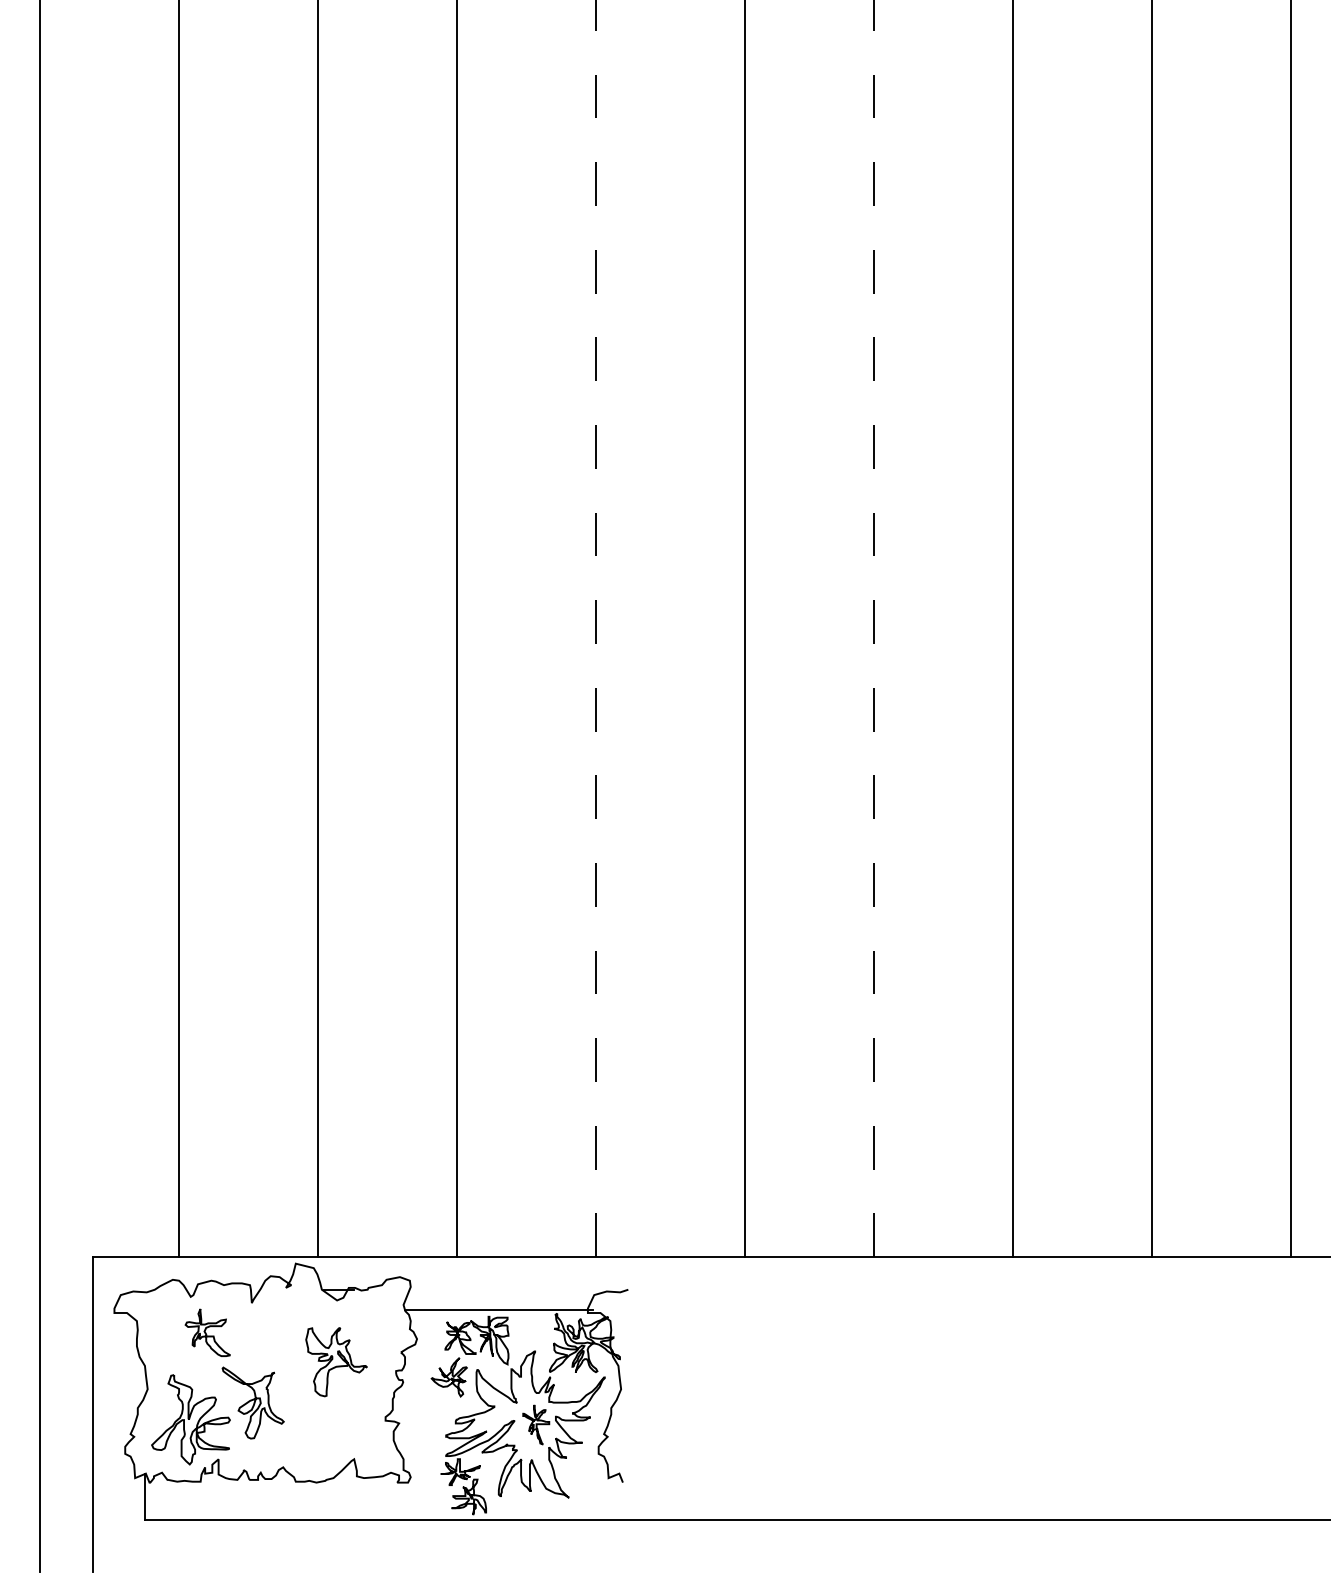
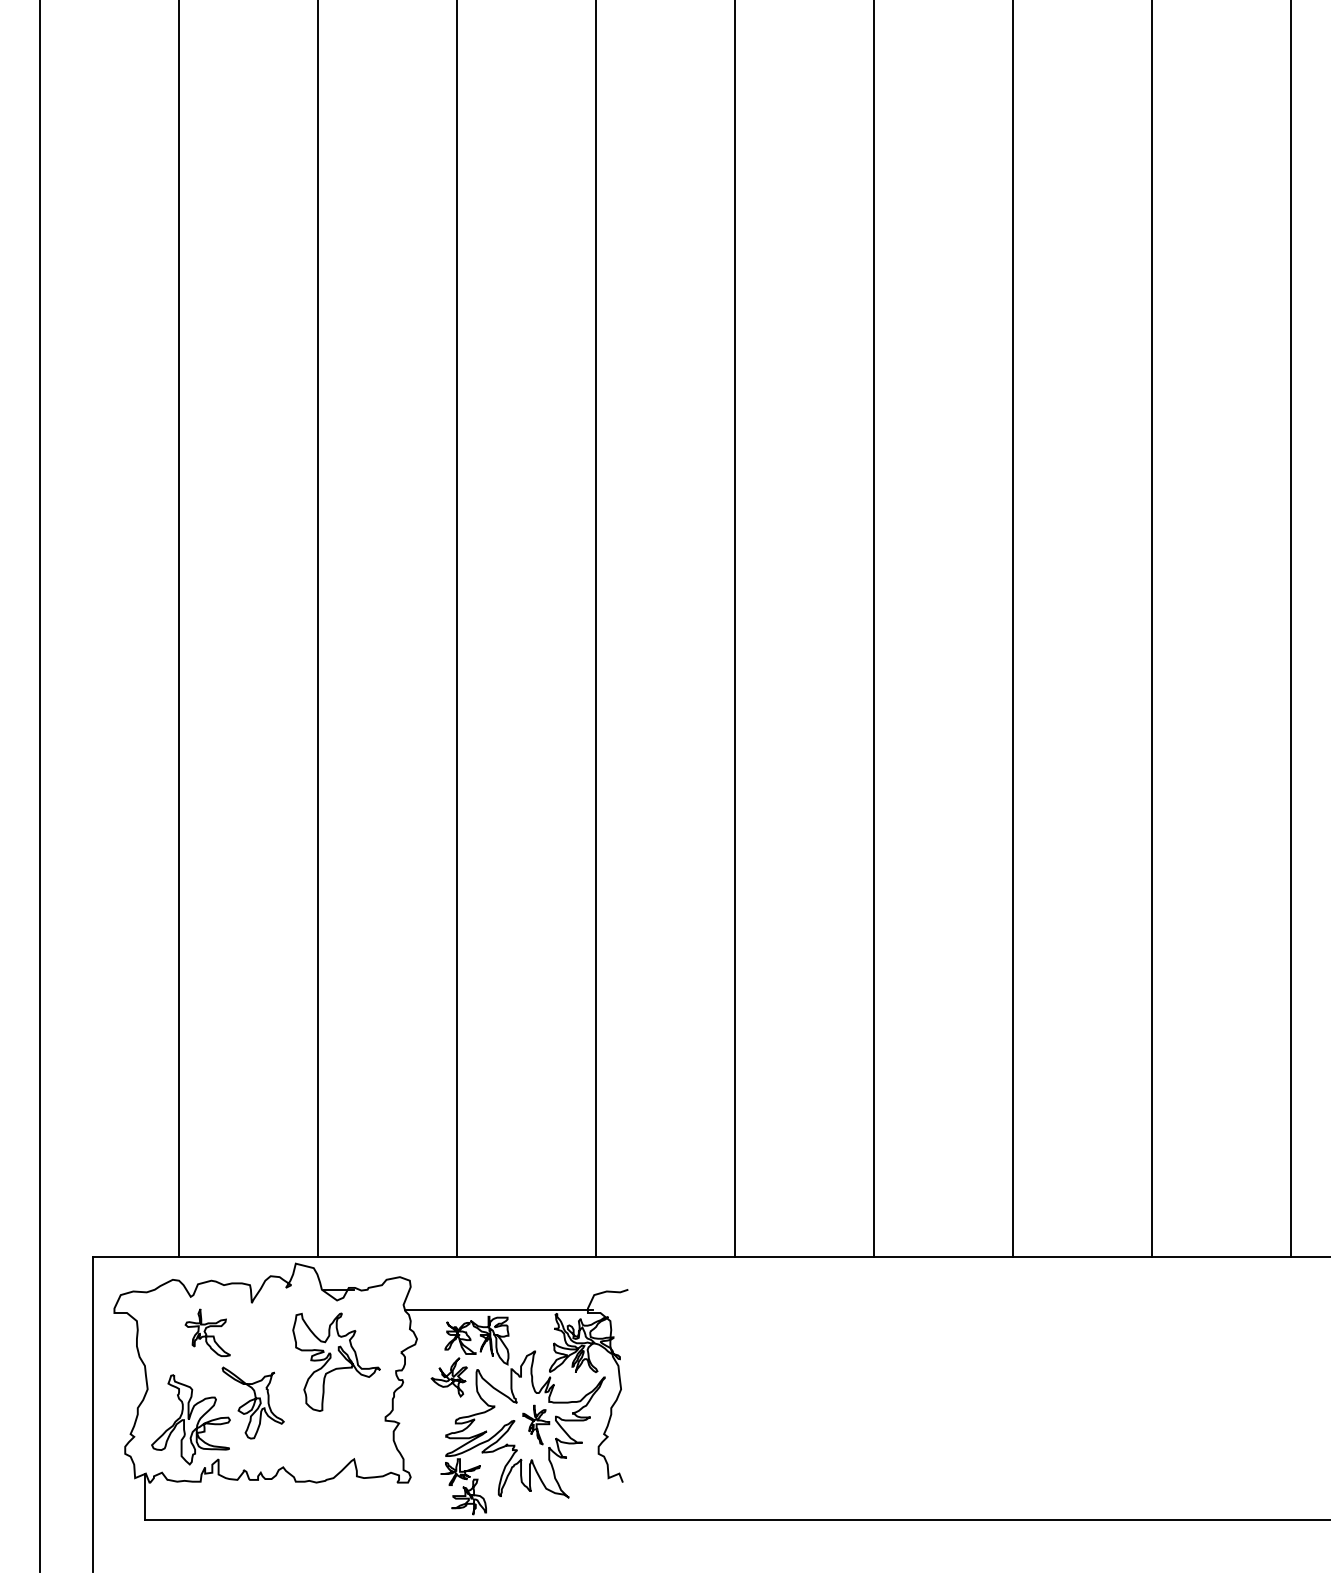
line at (595, 628): dashed -> solid
line at (874, 628): dashed -> solid
line at (745, 629) position: (745, 629) -> (735, 629)
part at (336, 1362) size: 63x71 px -> 89x100 px
